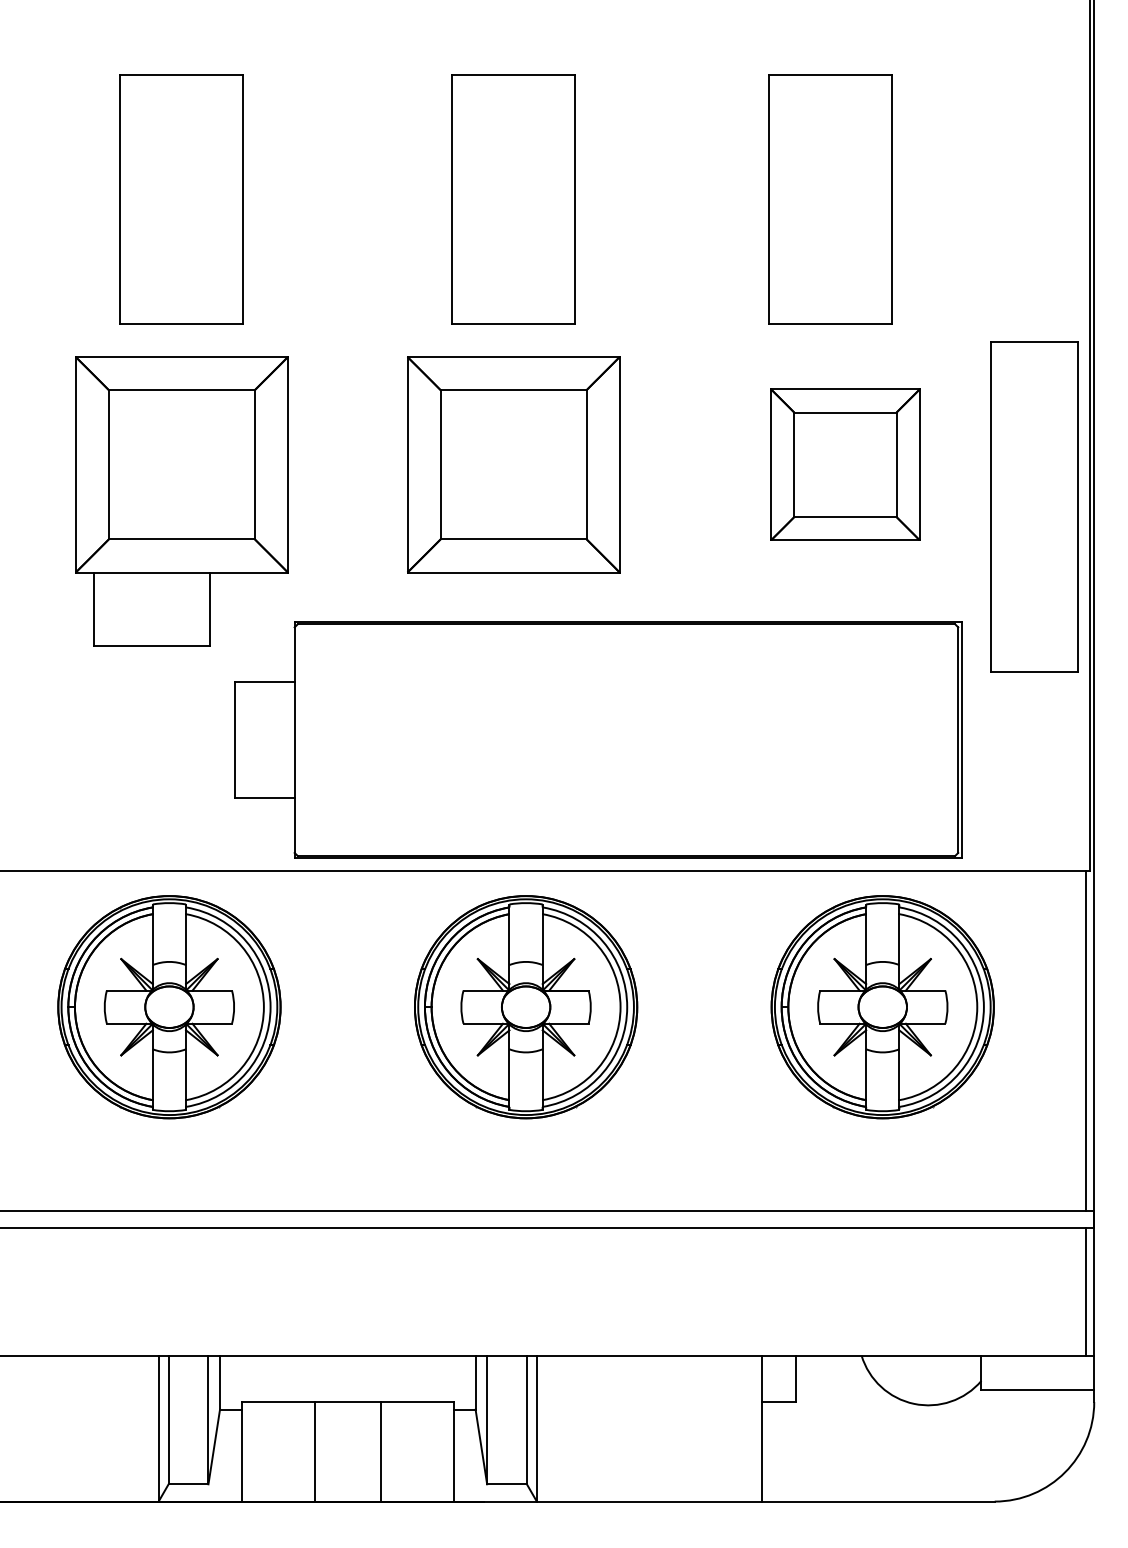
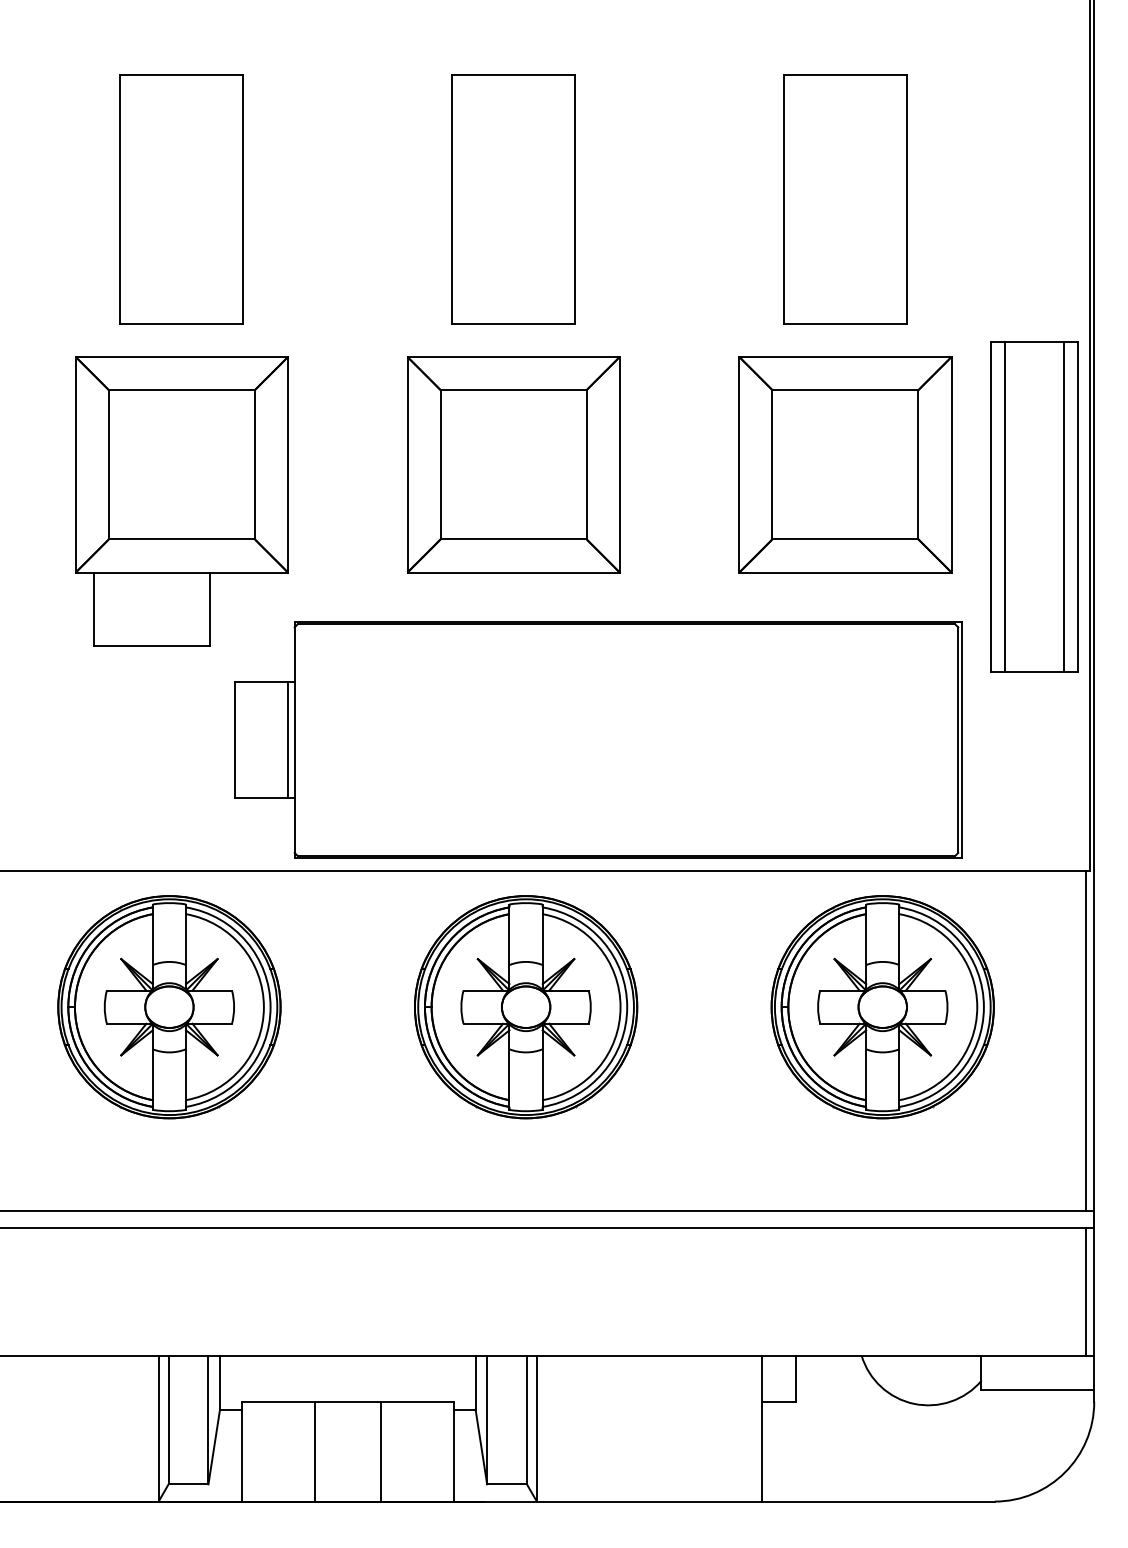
part at (830, 199) position: (830, 199) -> (845, 199)
part at (845, 464) size: 151x153 px -> 215x218 px
line at (1004, 506): none -> present
line at (1064, 506): none -> present
line at (288, 740): none -> present
